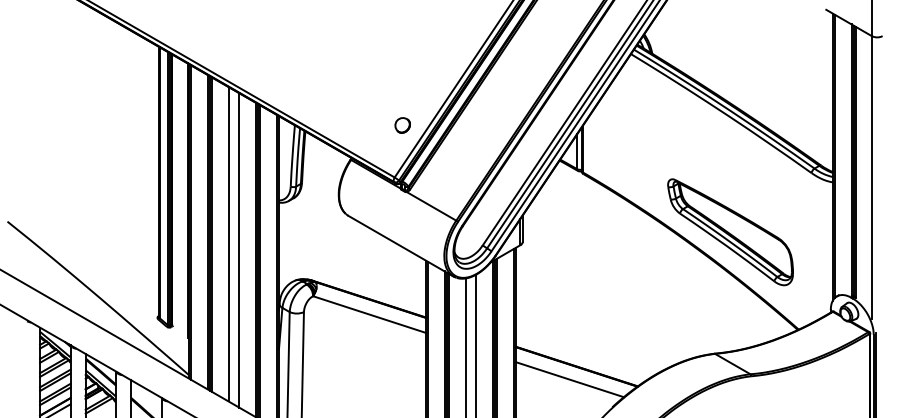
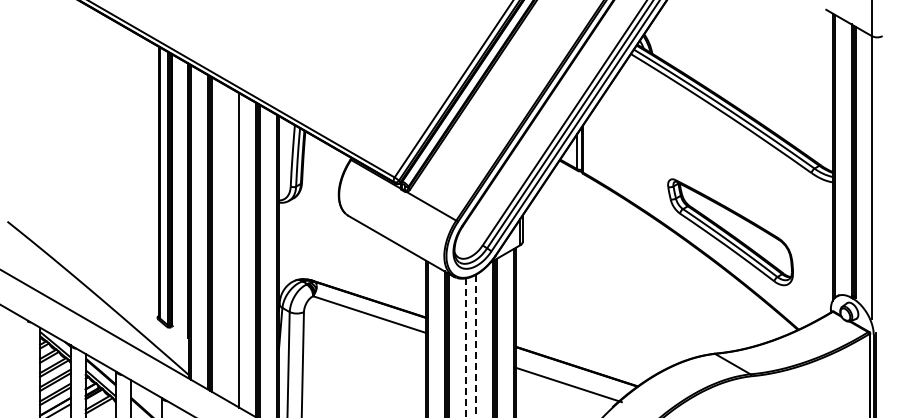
part at (402, 125): present -> none
line at (228, 243): present -> none
line at (476, 346): solid -> dashed
line at (465, 348): solid -> dashed
line at (569, 379) position: (569, 379) -> (567, 384)
